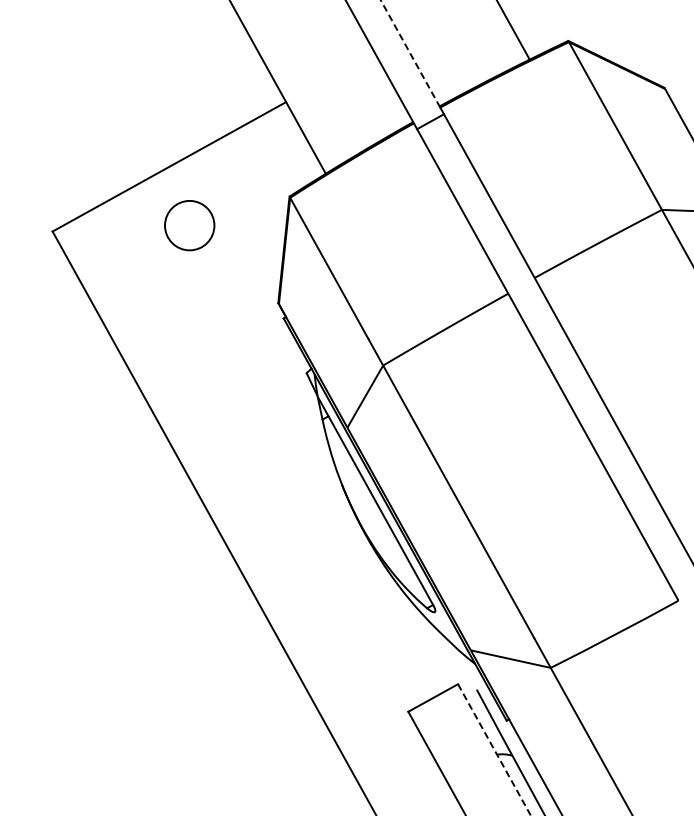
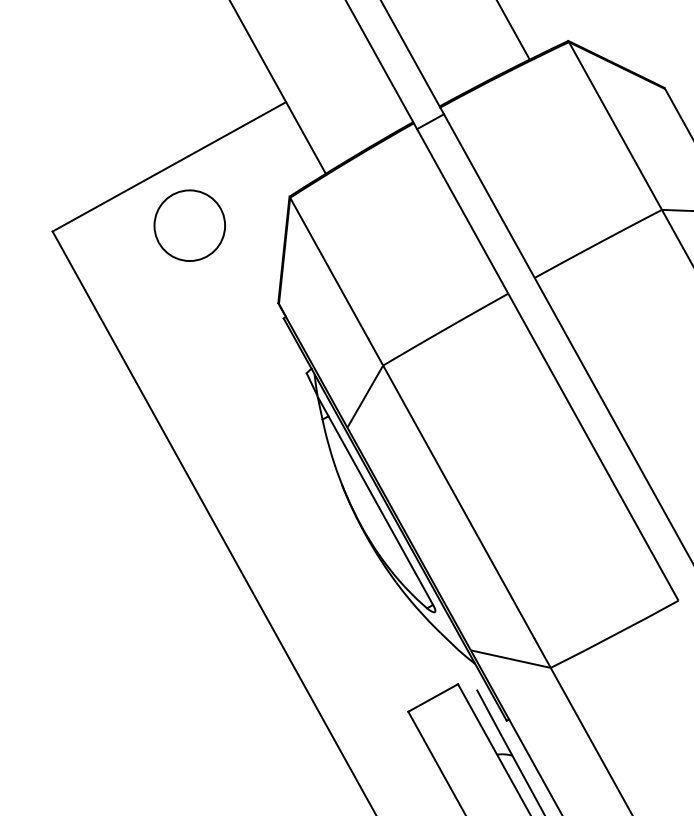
line at (410, 53): dashed -> solid
circle at (189, 225) size: 52x52 px -> 73x73 px
line at (494, 749): dashed -> solid
